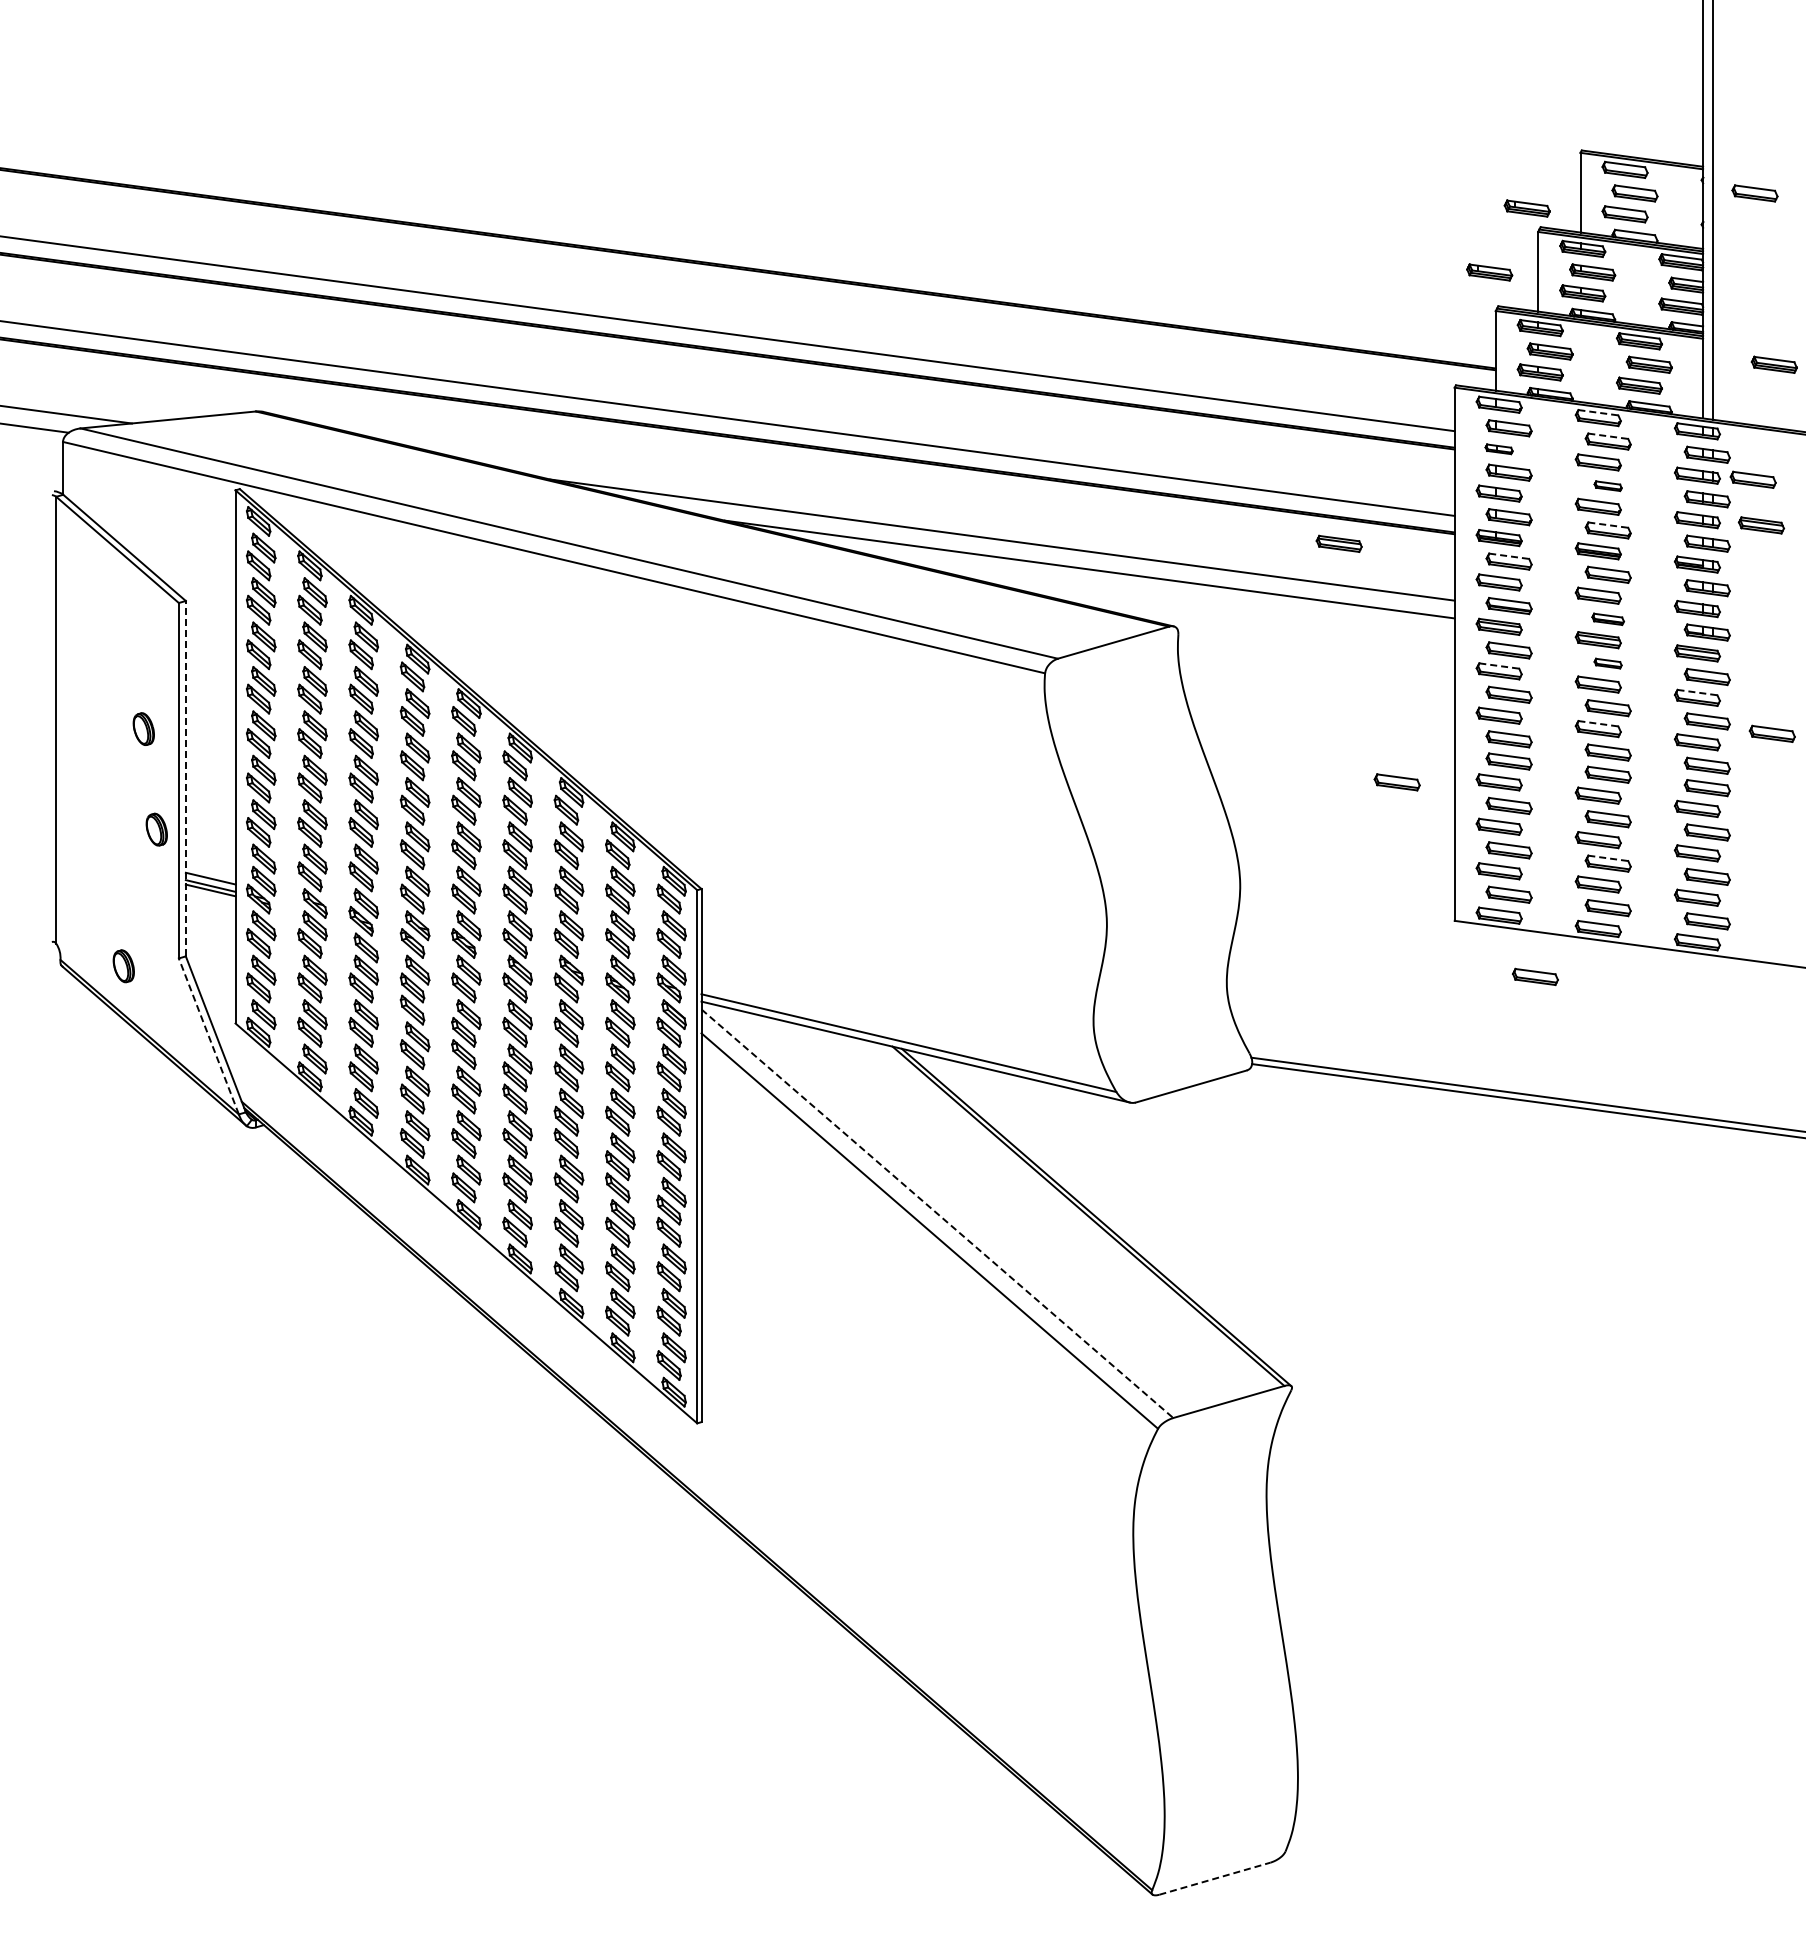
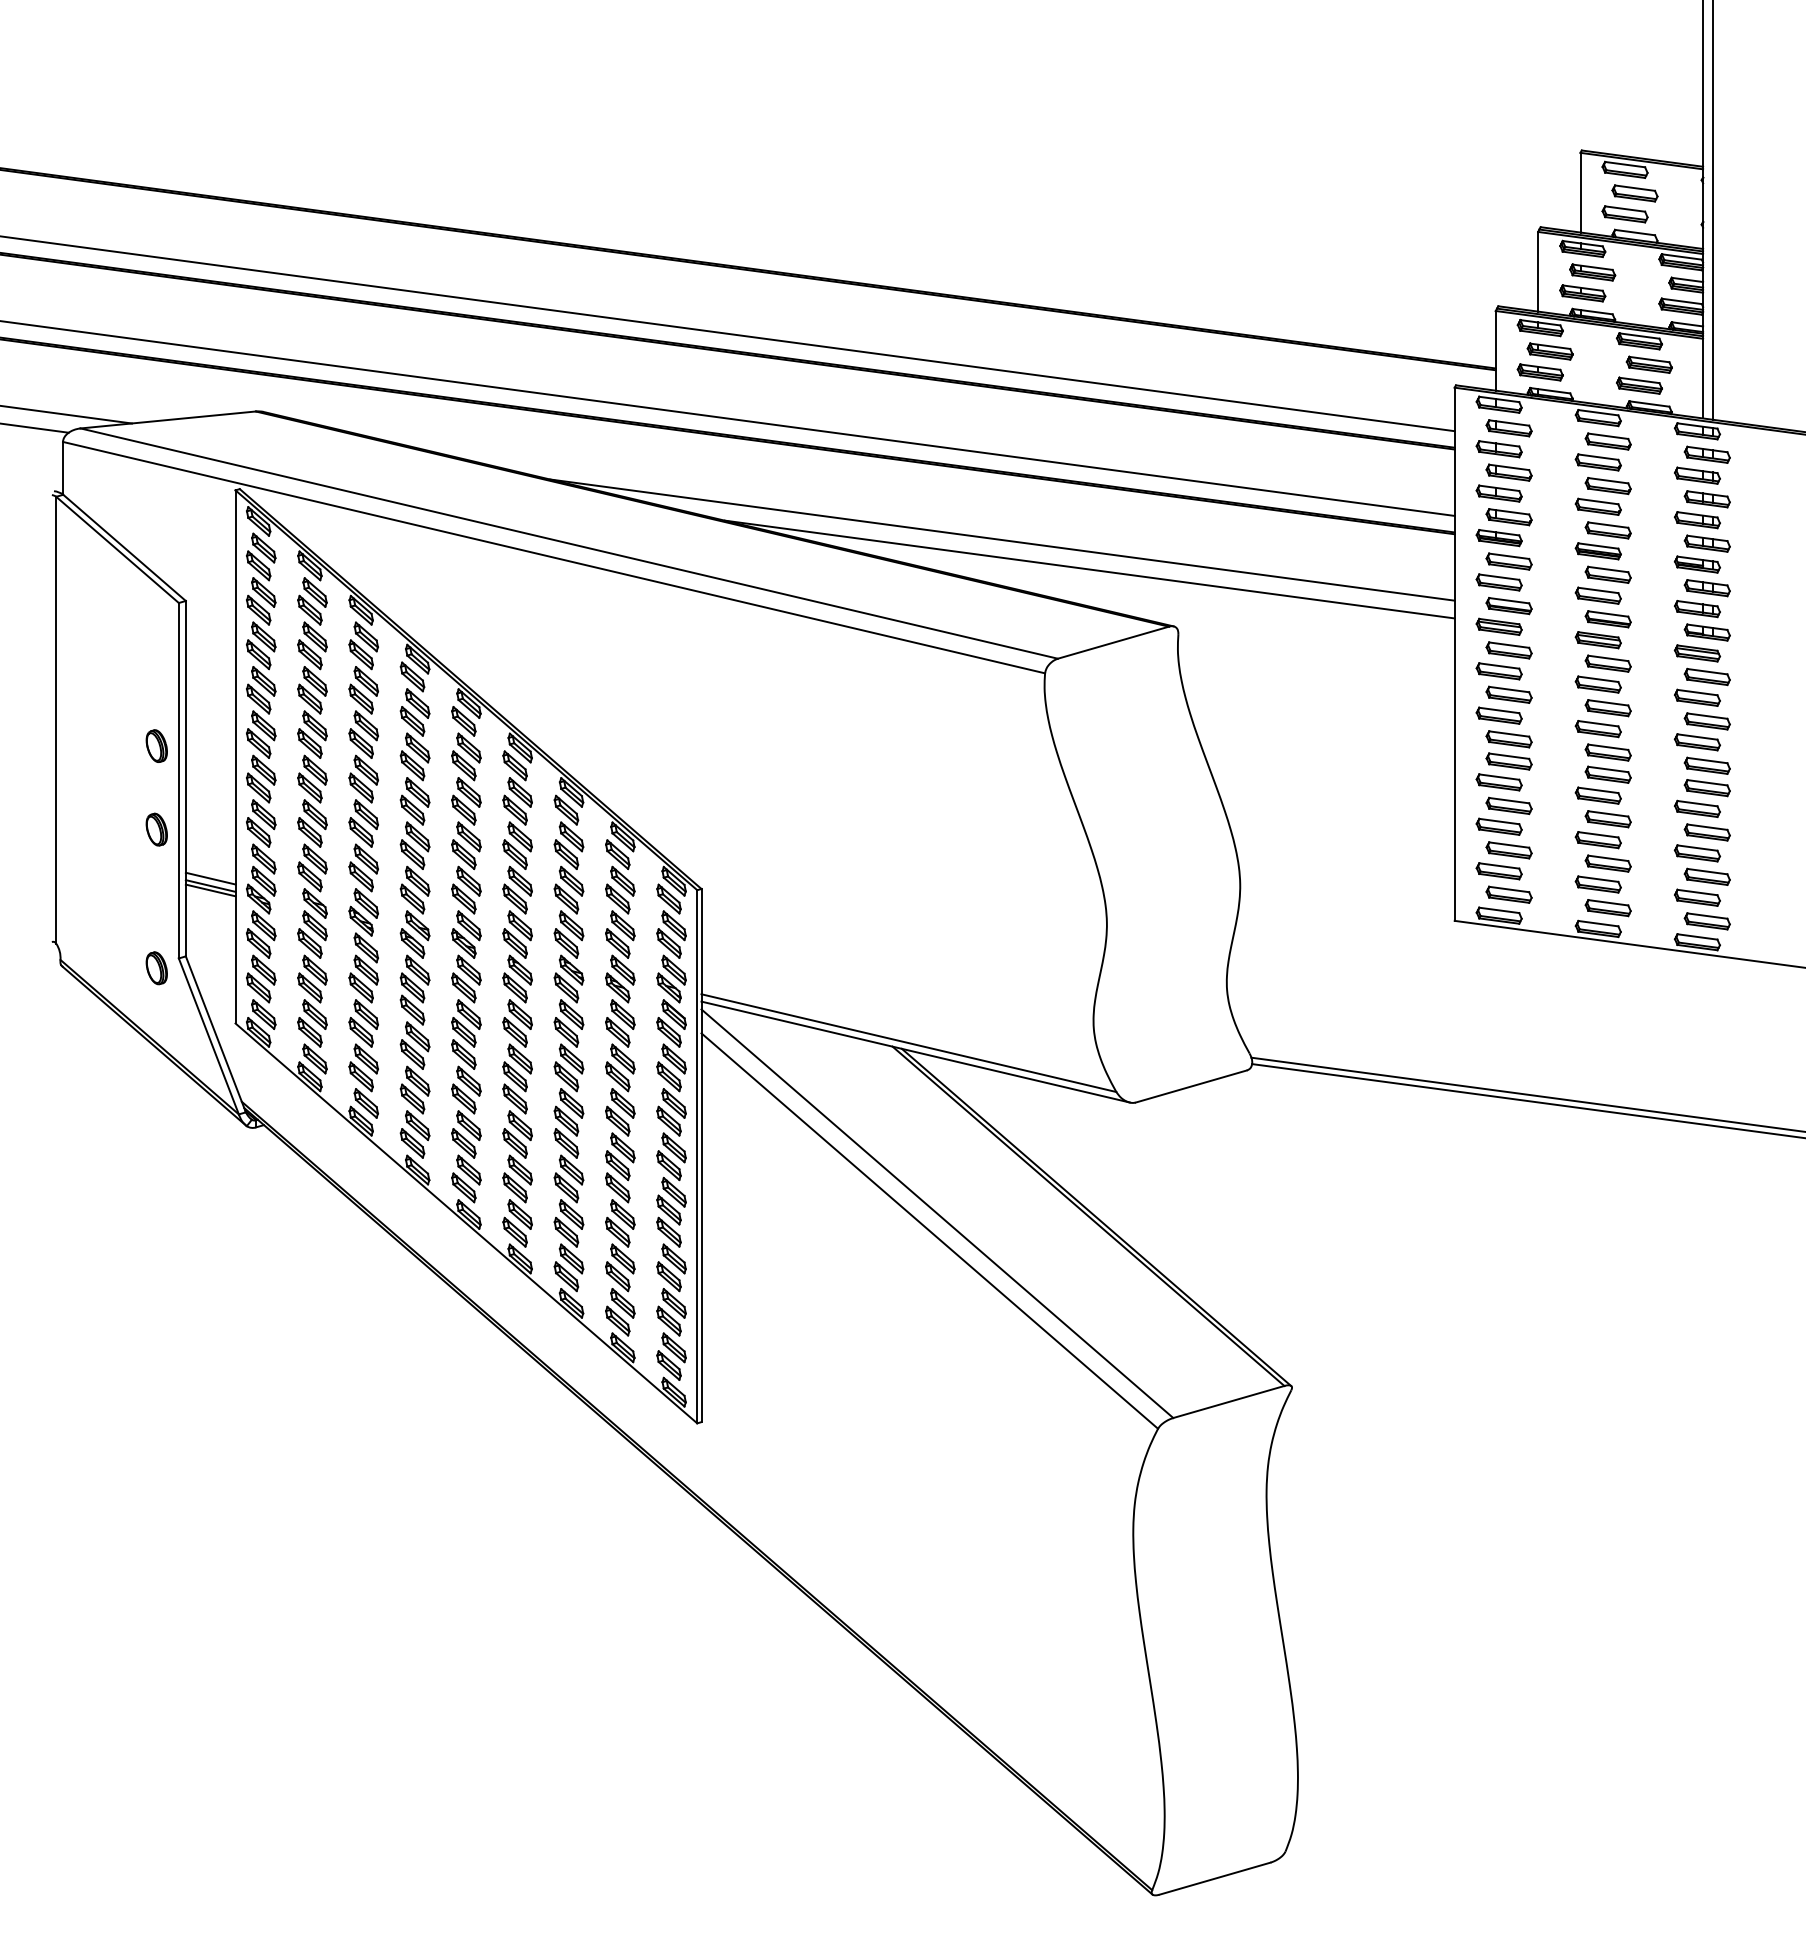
part at (1754, 193): present -> none
part at (1526, 208): present -> none
part at (1489, 272): present -> none
part at (1773, 364): present -> none
line at (1598, 412): dashed -> solid
line at (1608, 436): dashed -> solid
part at (1498, 449) size: 30x13 px -> 48x19 px
part at (1752, 479): present -> none
part at (1607, 486) size: 30x13 px -> 48x19 px
line at (1608, 525): dashed -> solid
part at (1761, 525): present -> none
part at (1338, 543): present -> none
line at (1509, 556): dashed -> solid
part at (1607, 618) size: 34x14 px -> 48x19 px
part at (1607, 663) size: 30x13 px -> 48x19 px
line at (1499, 666): dashed -> solid
line at (1697, 692): dashed -> solid
line at (1598, 723): dashed -> solid
part at (143, 728) position: (143, 728) -> (156, 745)
part at (1771, 733): present -> none
line at (185, 778): dashed -> solid
part at (1396, 782): present -> none
line at (1608, 858): dashed -> solid
part at (123, 966) position: (123, 966) -> (156, 968)
part at (1535, 976): present -> none
line at (208, 1036): dashed -> solid
line at (937, 1214): dashed -> solid
line at (1214, 1878): dashed -> solid
